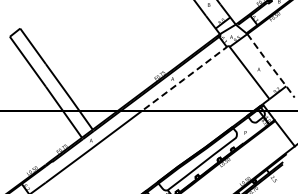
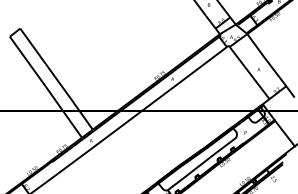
line at (271, 66): dashed -> solid
line at (185, 78): dashed -> solid
